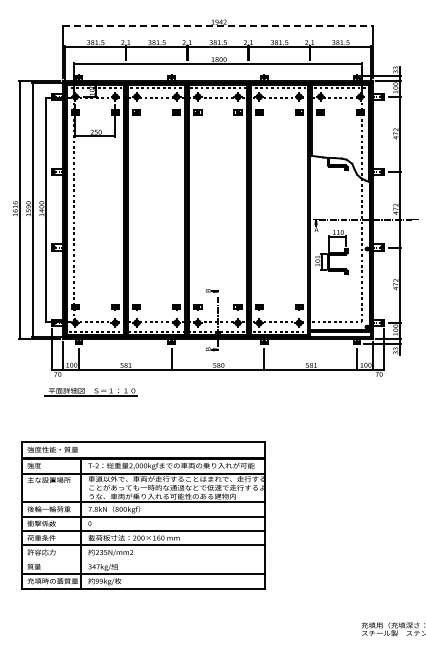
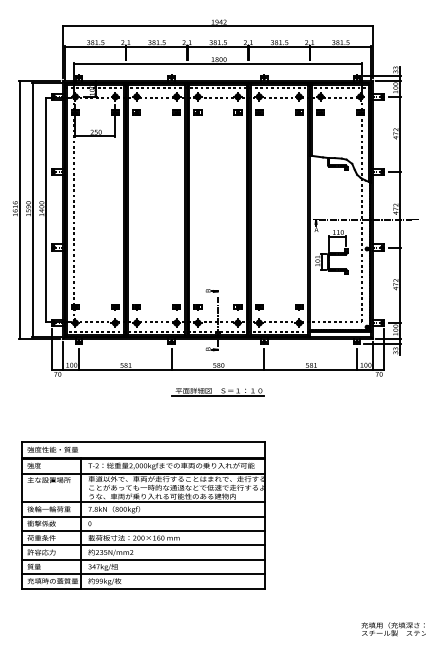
line at (218, 26): dashed -> solid
part at (90, 392) position: (90, 392) -> (217, 392)
line at (143, 559): none -> present
